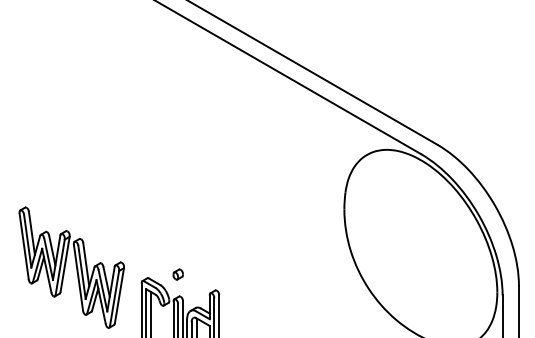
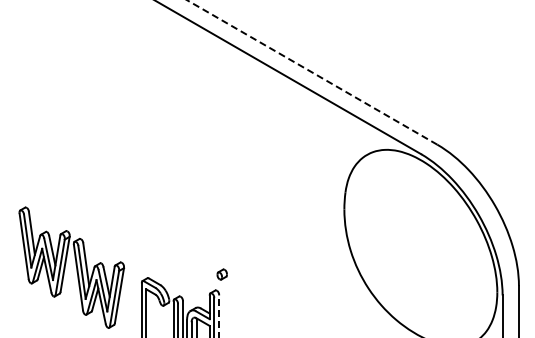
line at (311, 72): solid -> dashed
part at (177, 274) position: (177, 274) -> (221, 274)
line at (151, 313): present -> none
line at (219, 316): solid -> dashed
